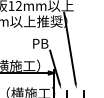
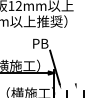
line at (69, 47): present -> none
